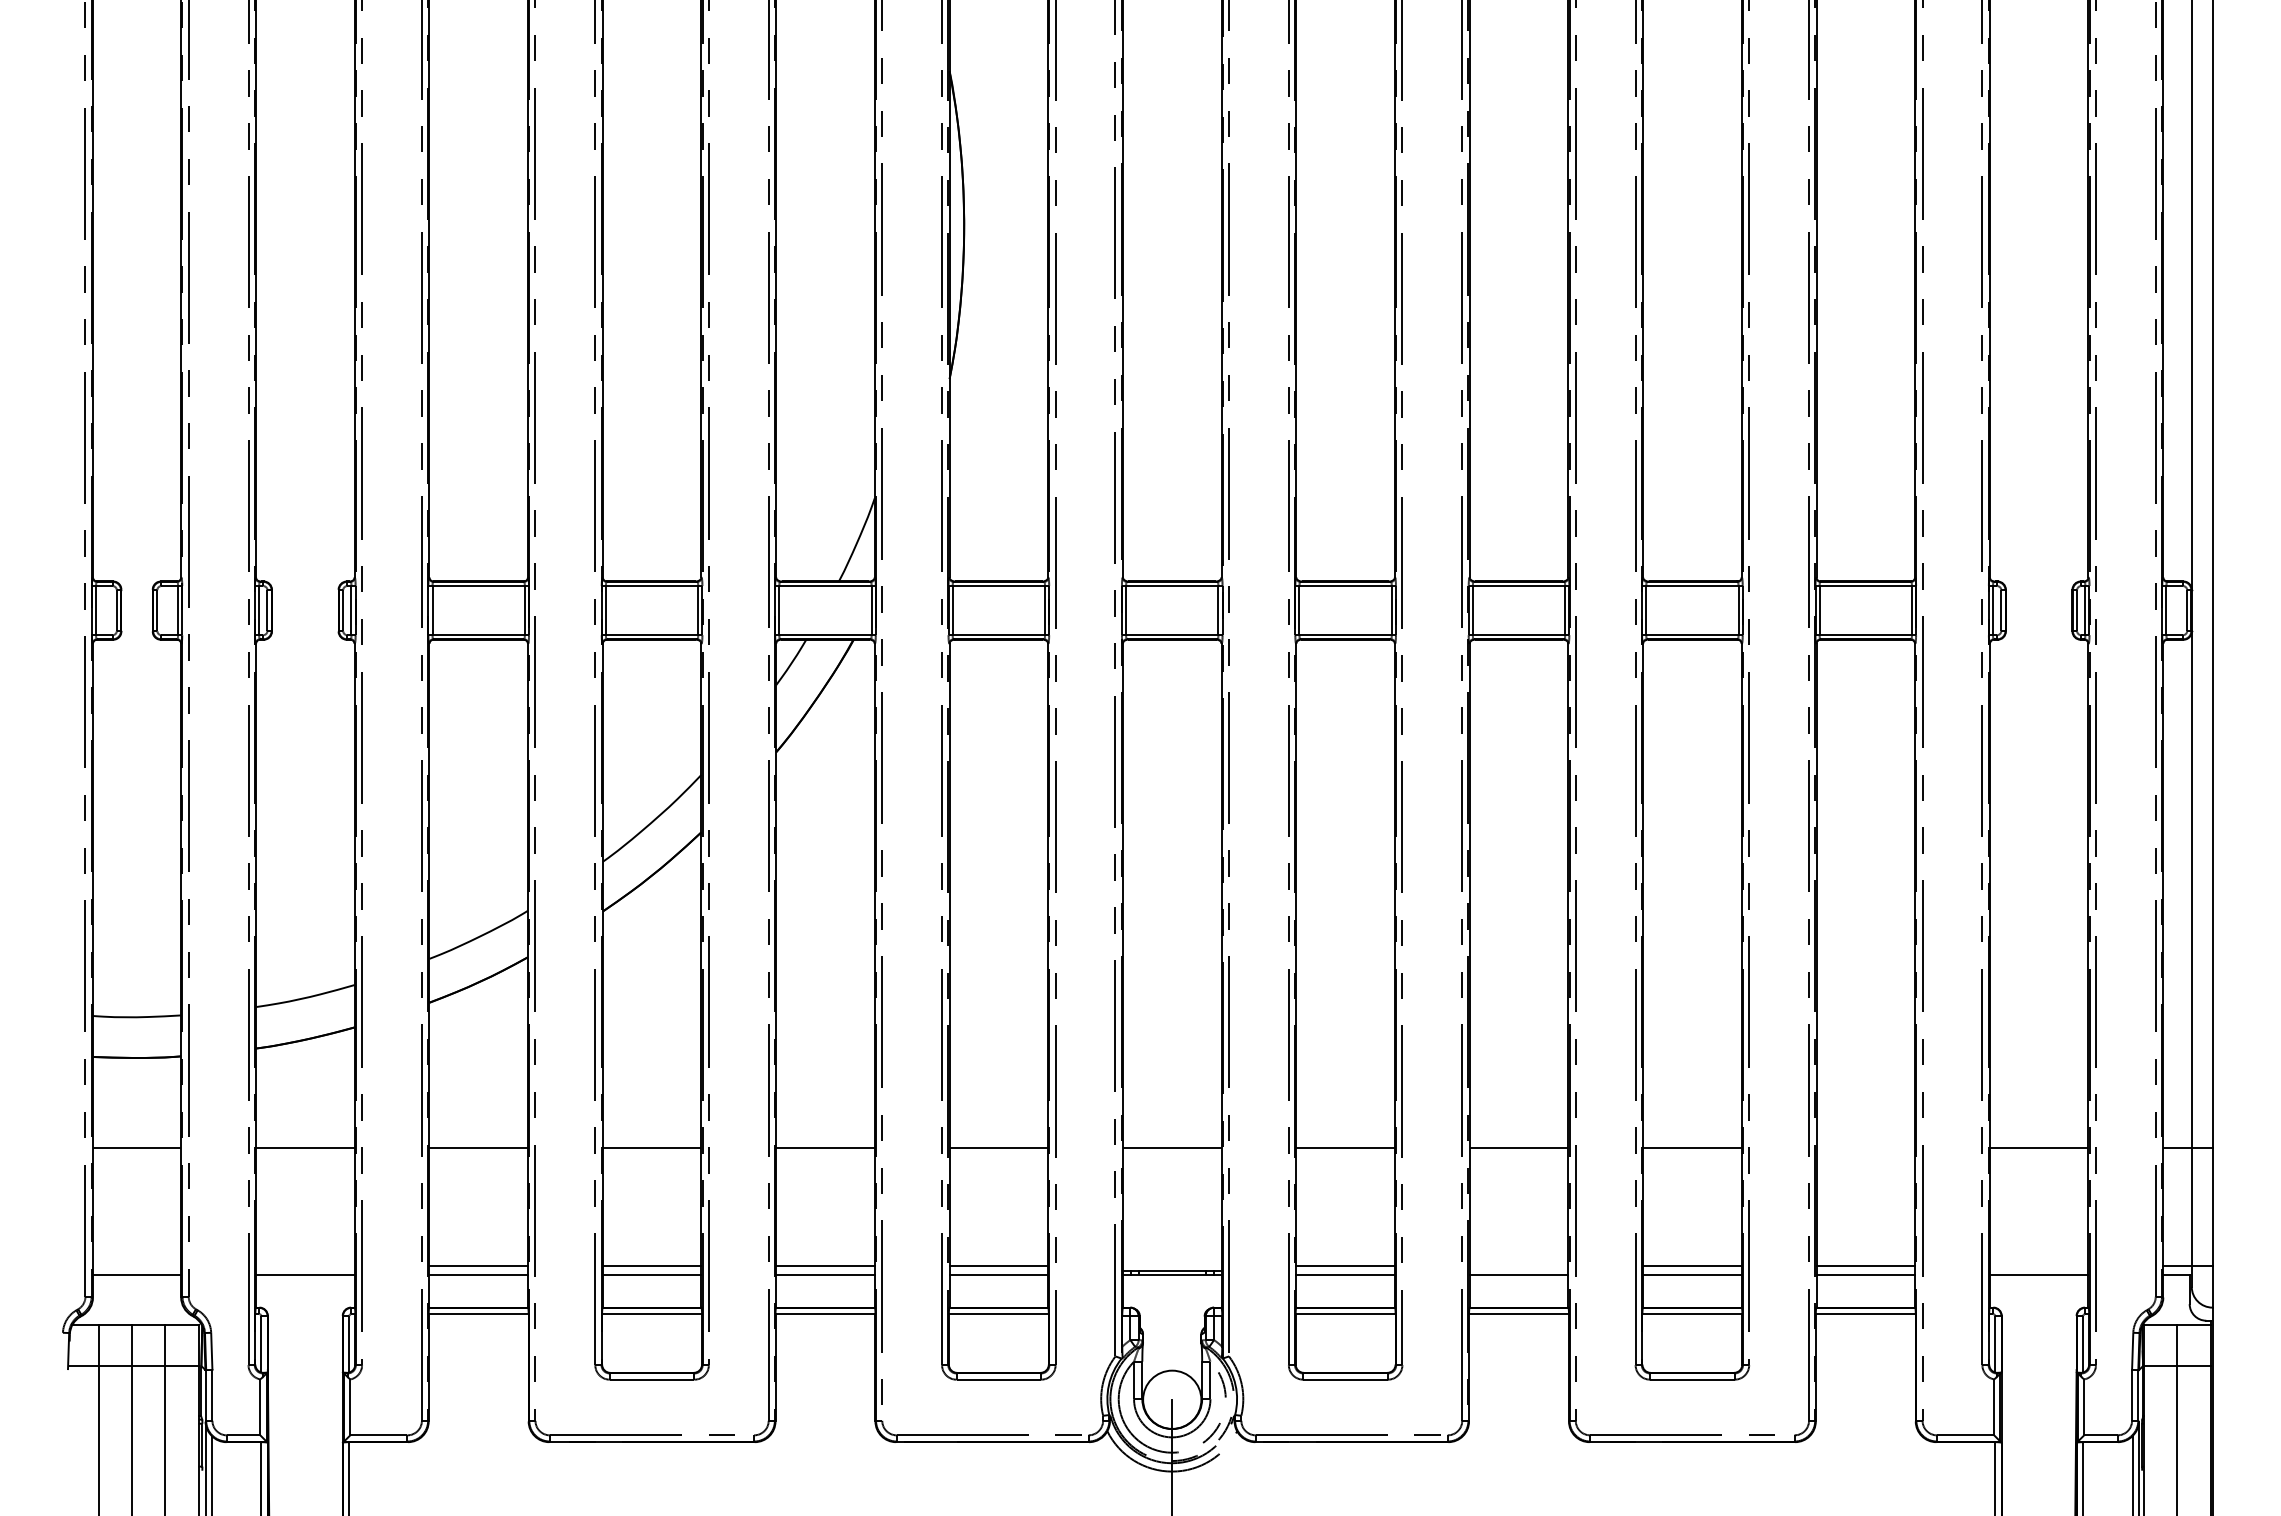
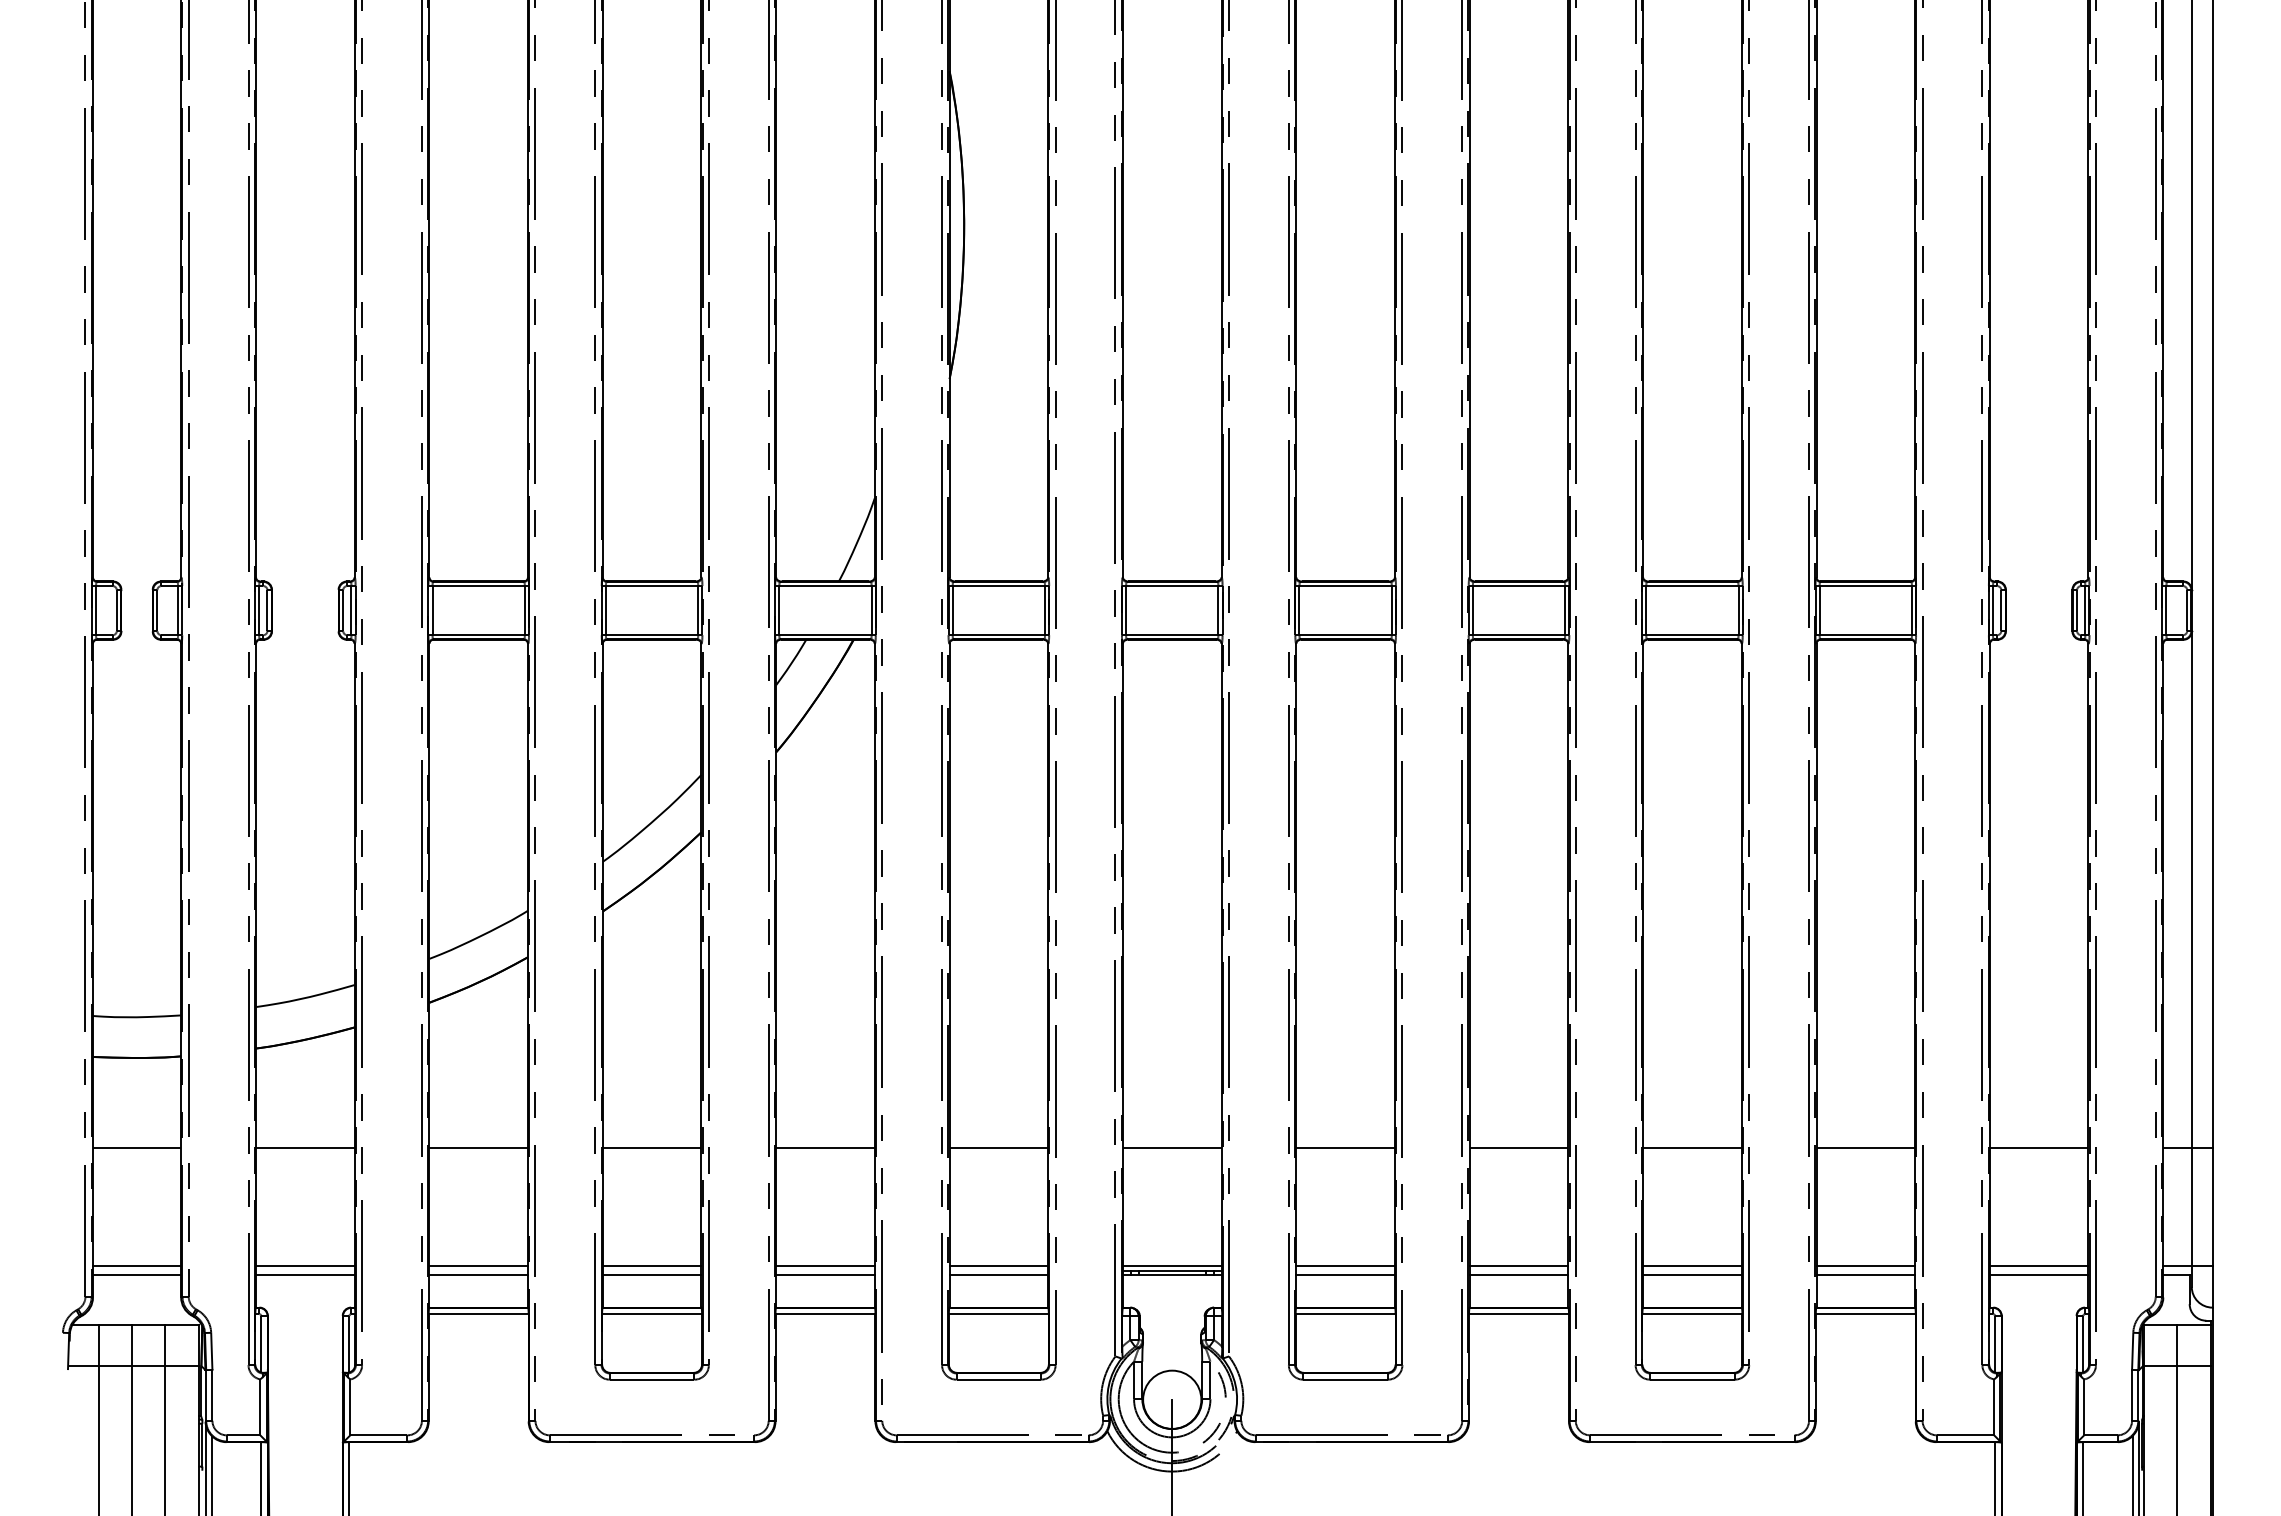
line at (1865, 1147): none -> present
line at (137, 1266): none -> present
line at (305, 1266): none -> present
line at (1172, 1266): none -> present
line at (1518, 1266): none -> present
line at (2038, 1266): none -> present
